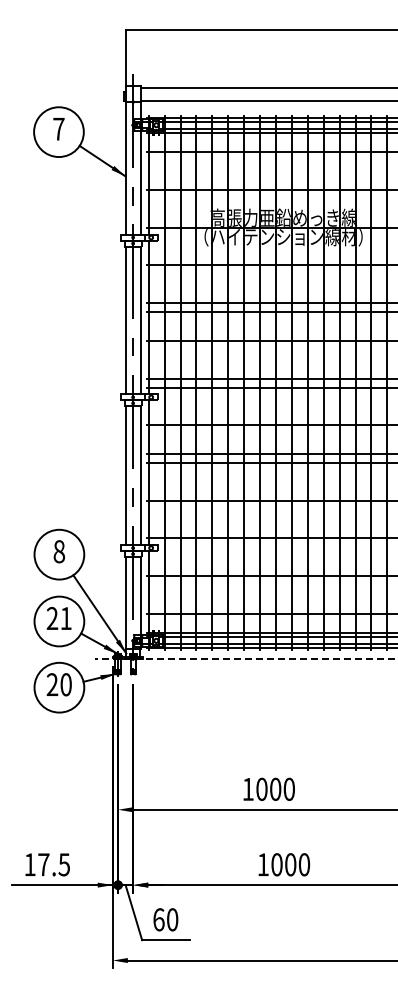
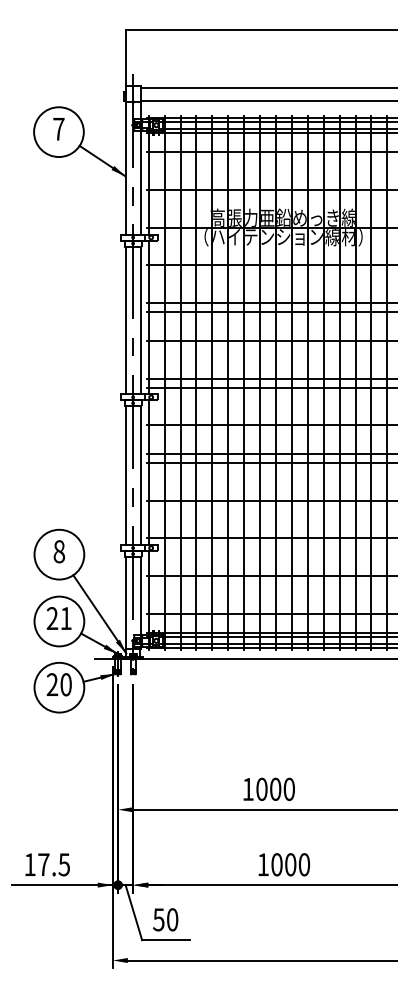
line at (245, 658): dashed -> solid
text at (158, 919): 60 -> 50
